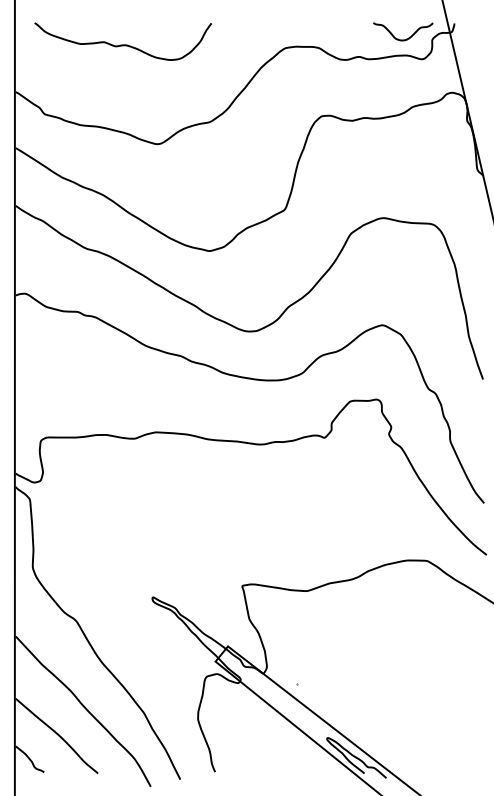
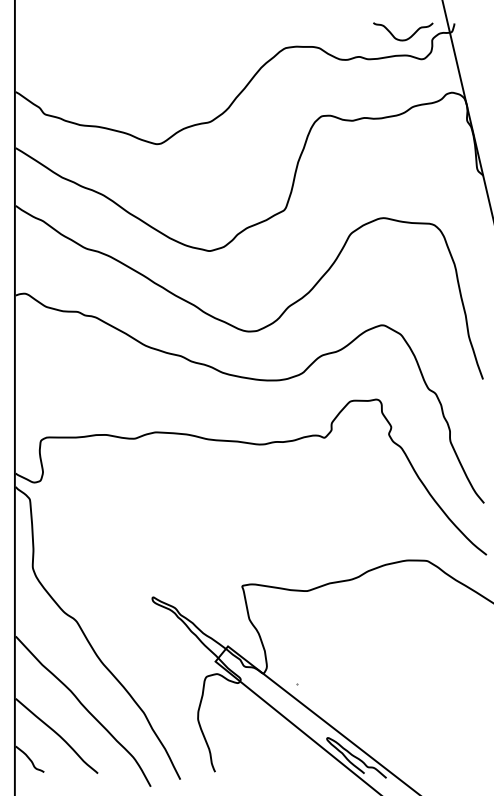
curve at (122, 44): present -> none
